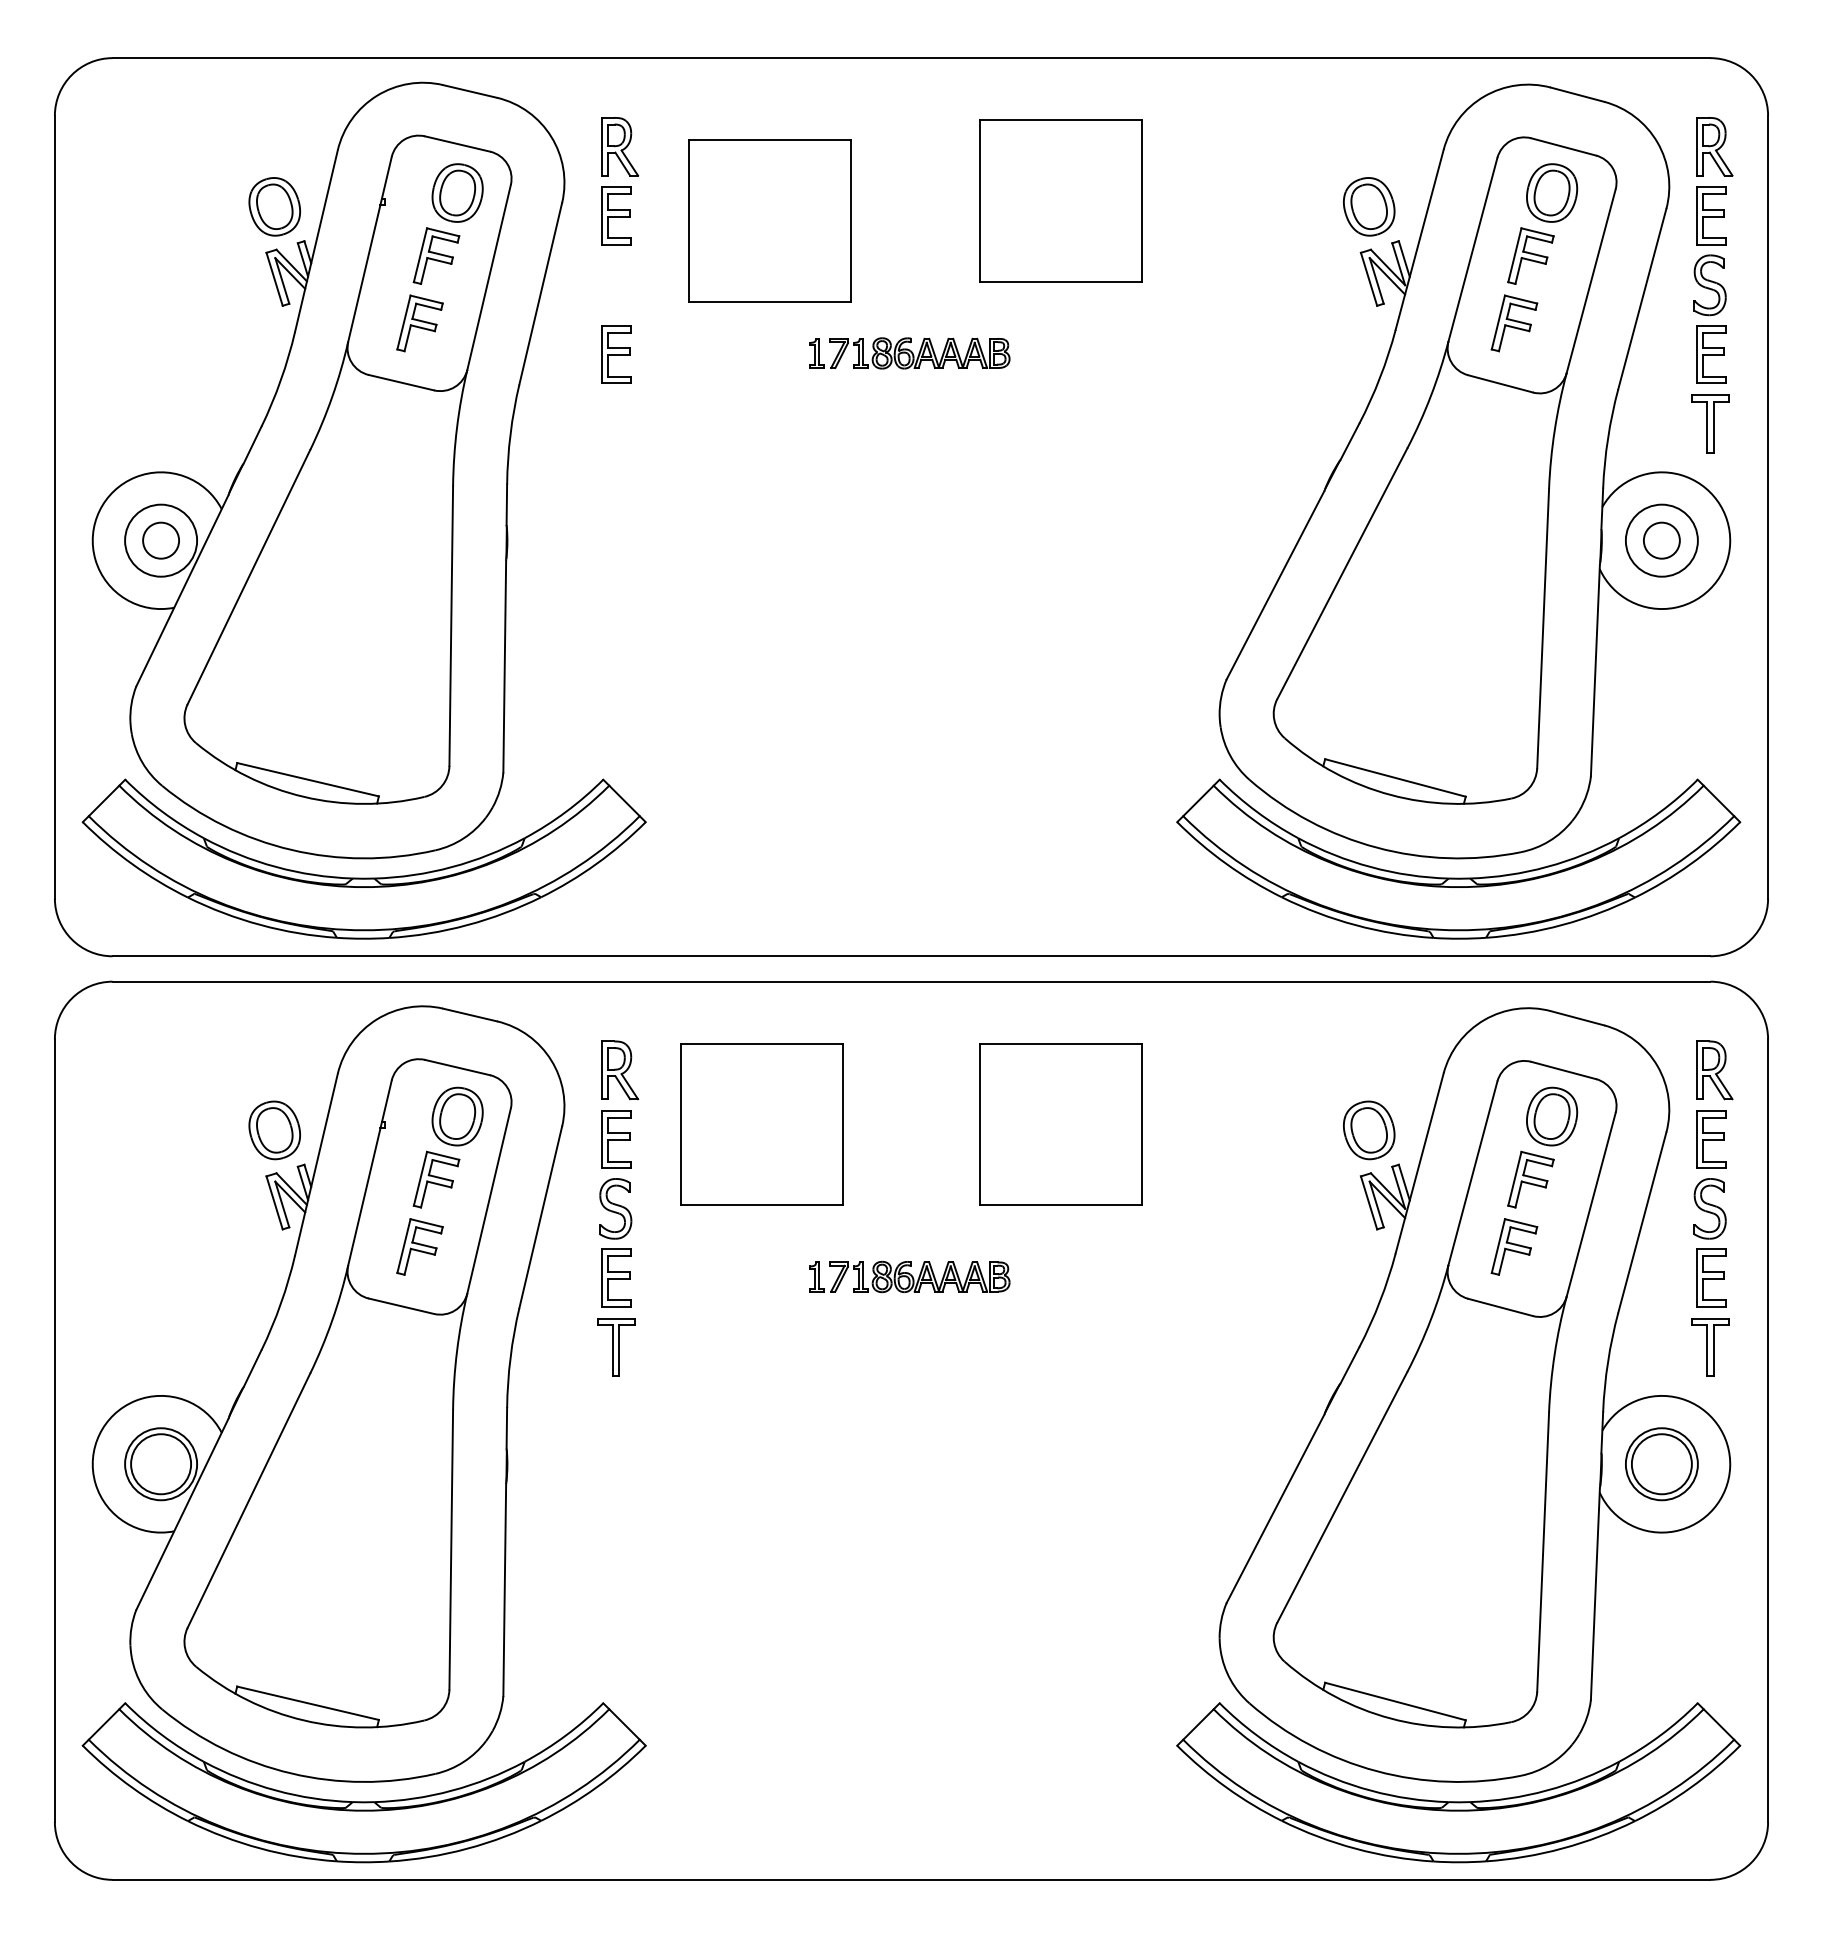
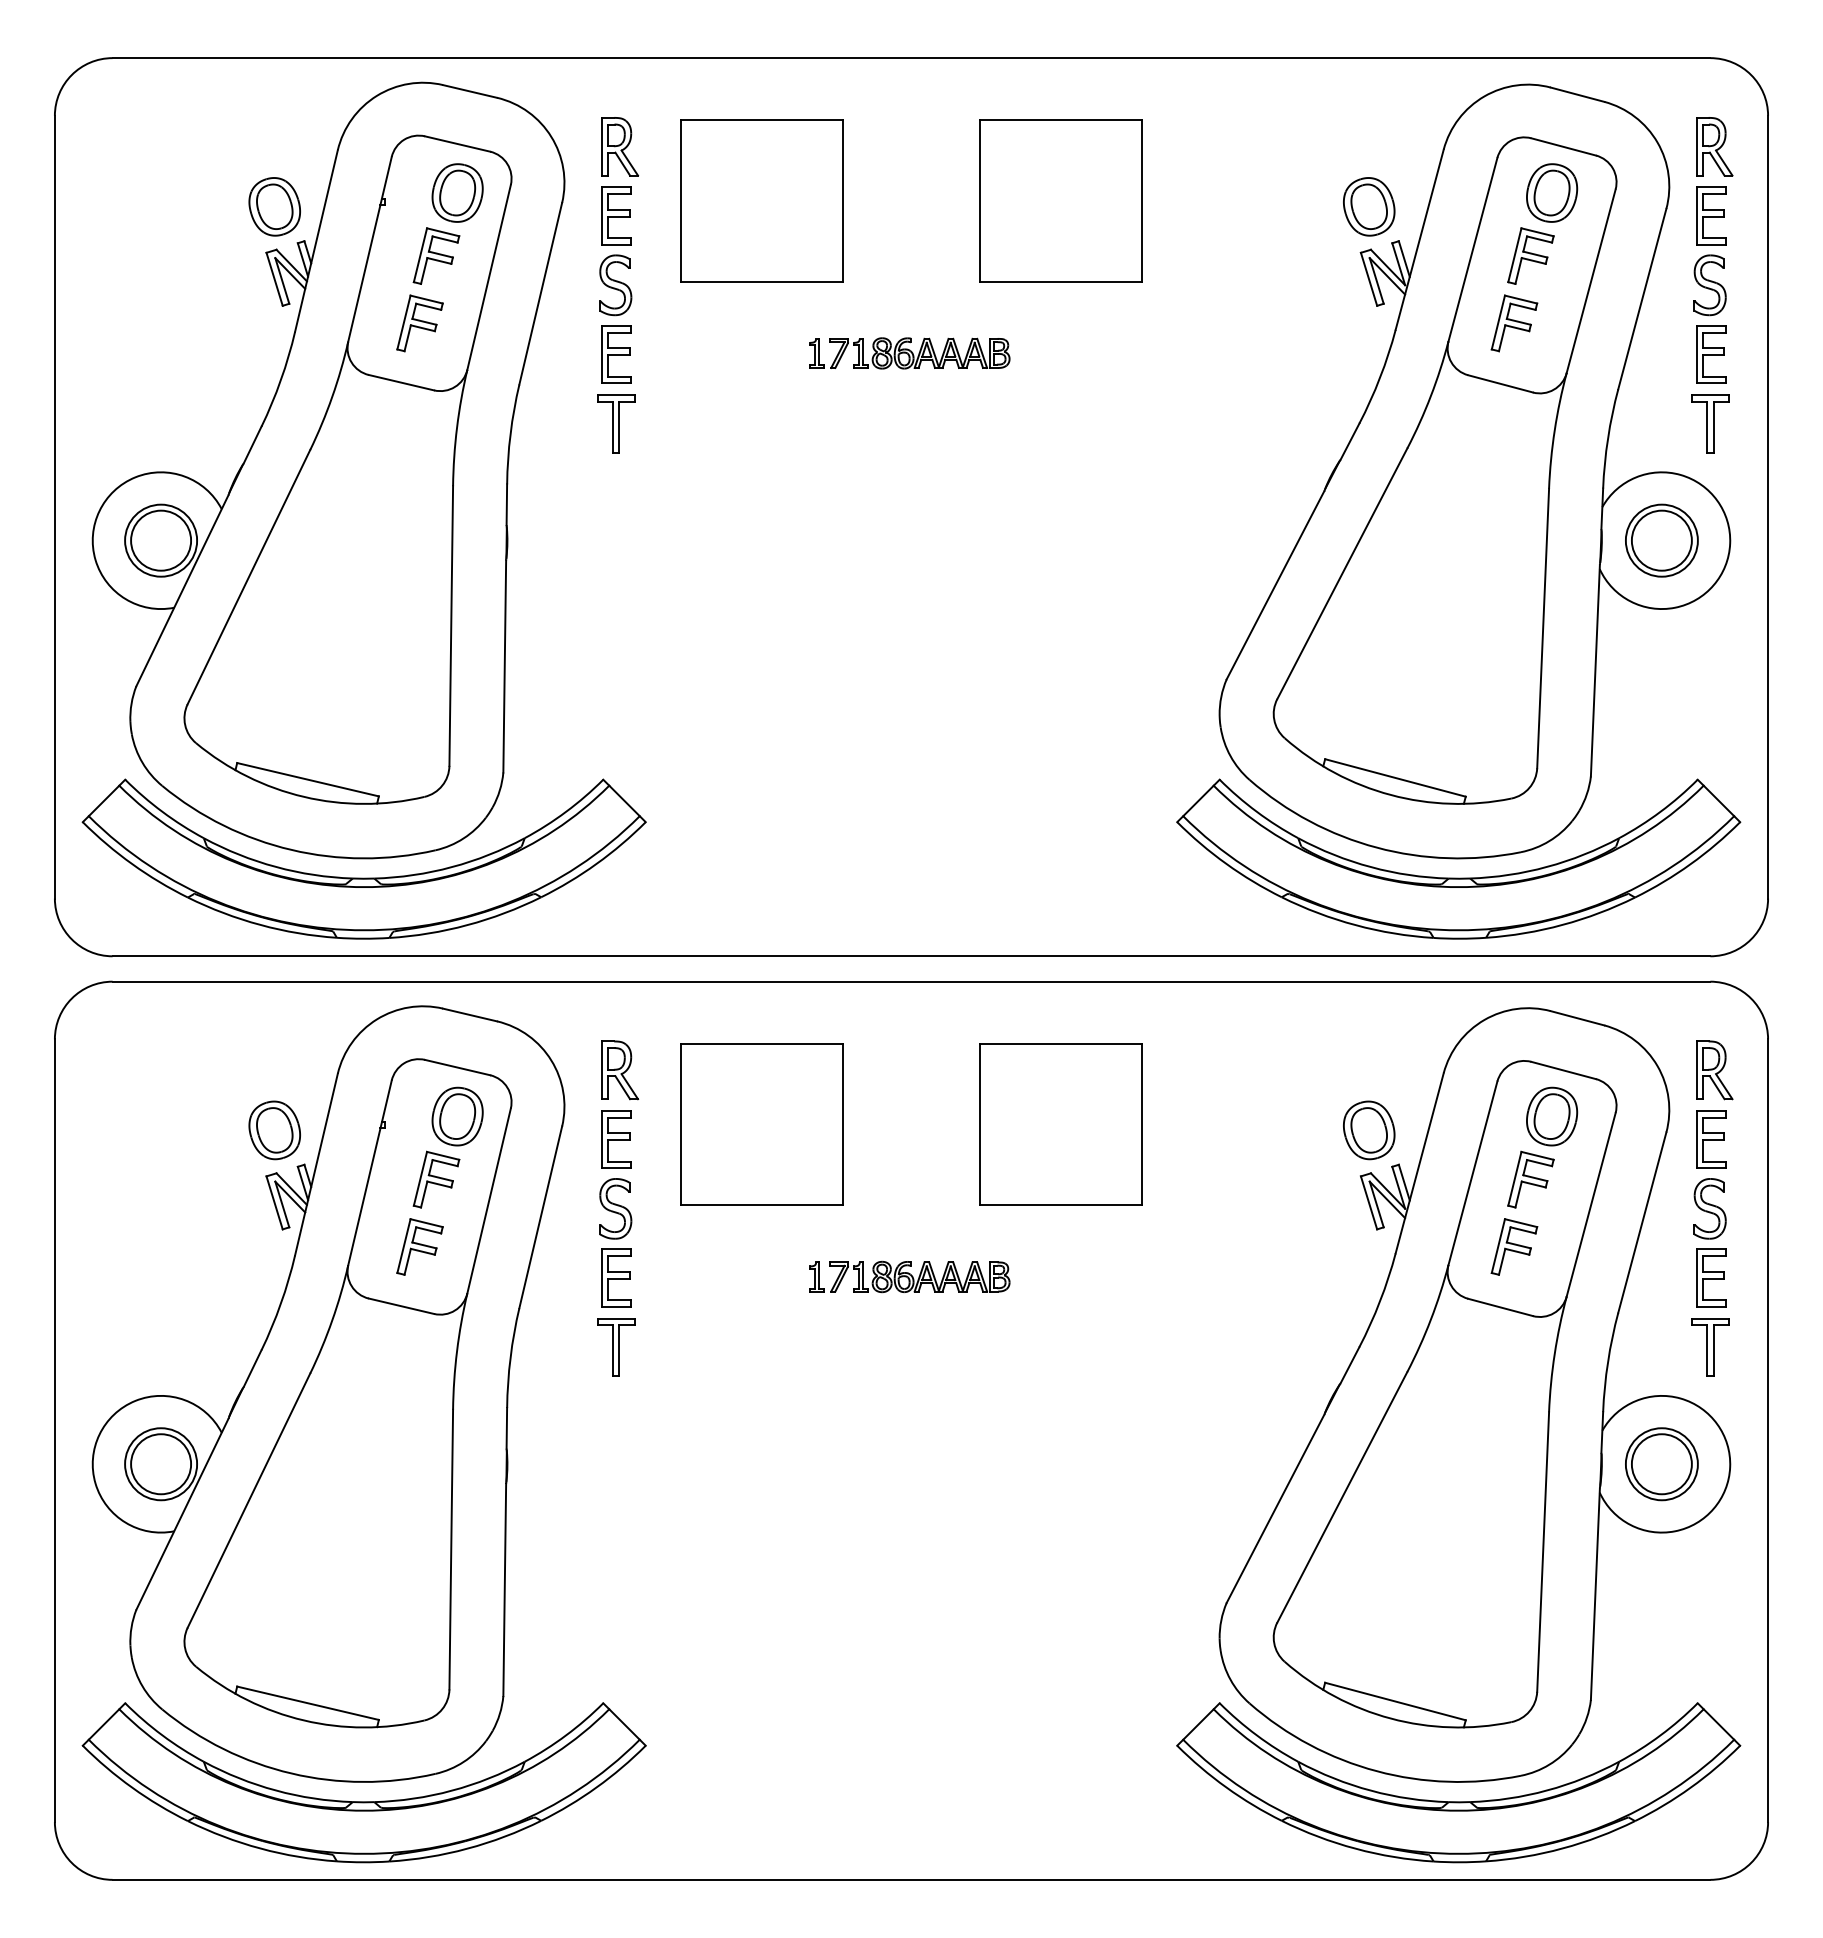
part at (769, 220) position: (769, 220) -> (761, 200)
part at (615, 285): none -> present
part at (616, 423): none -> present
circle at (161, 540) diameter: 36 px -> 60 px
circle at (1661, 540) diameter: 36 px -> 60 px
